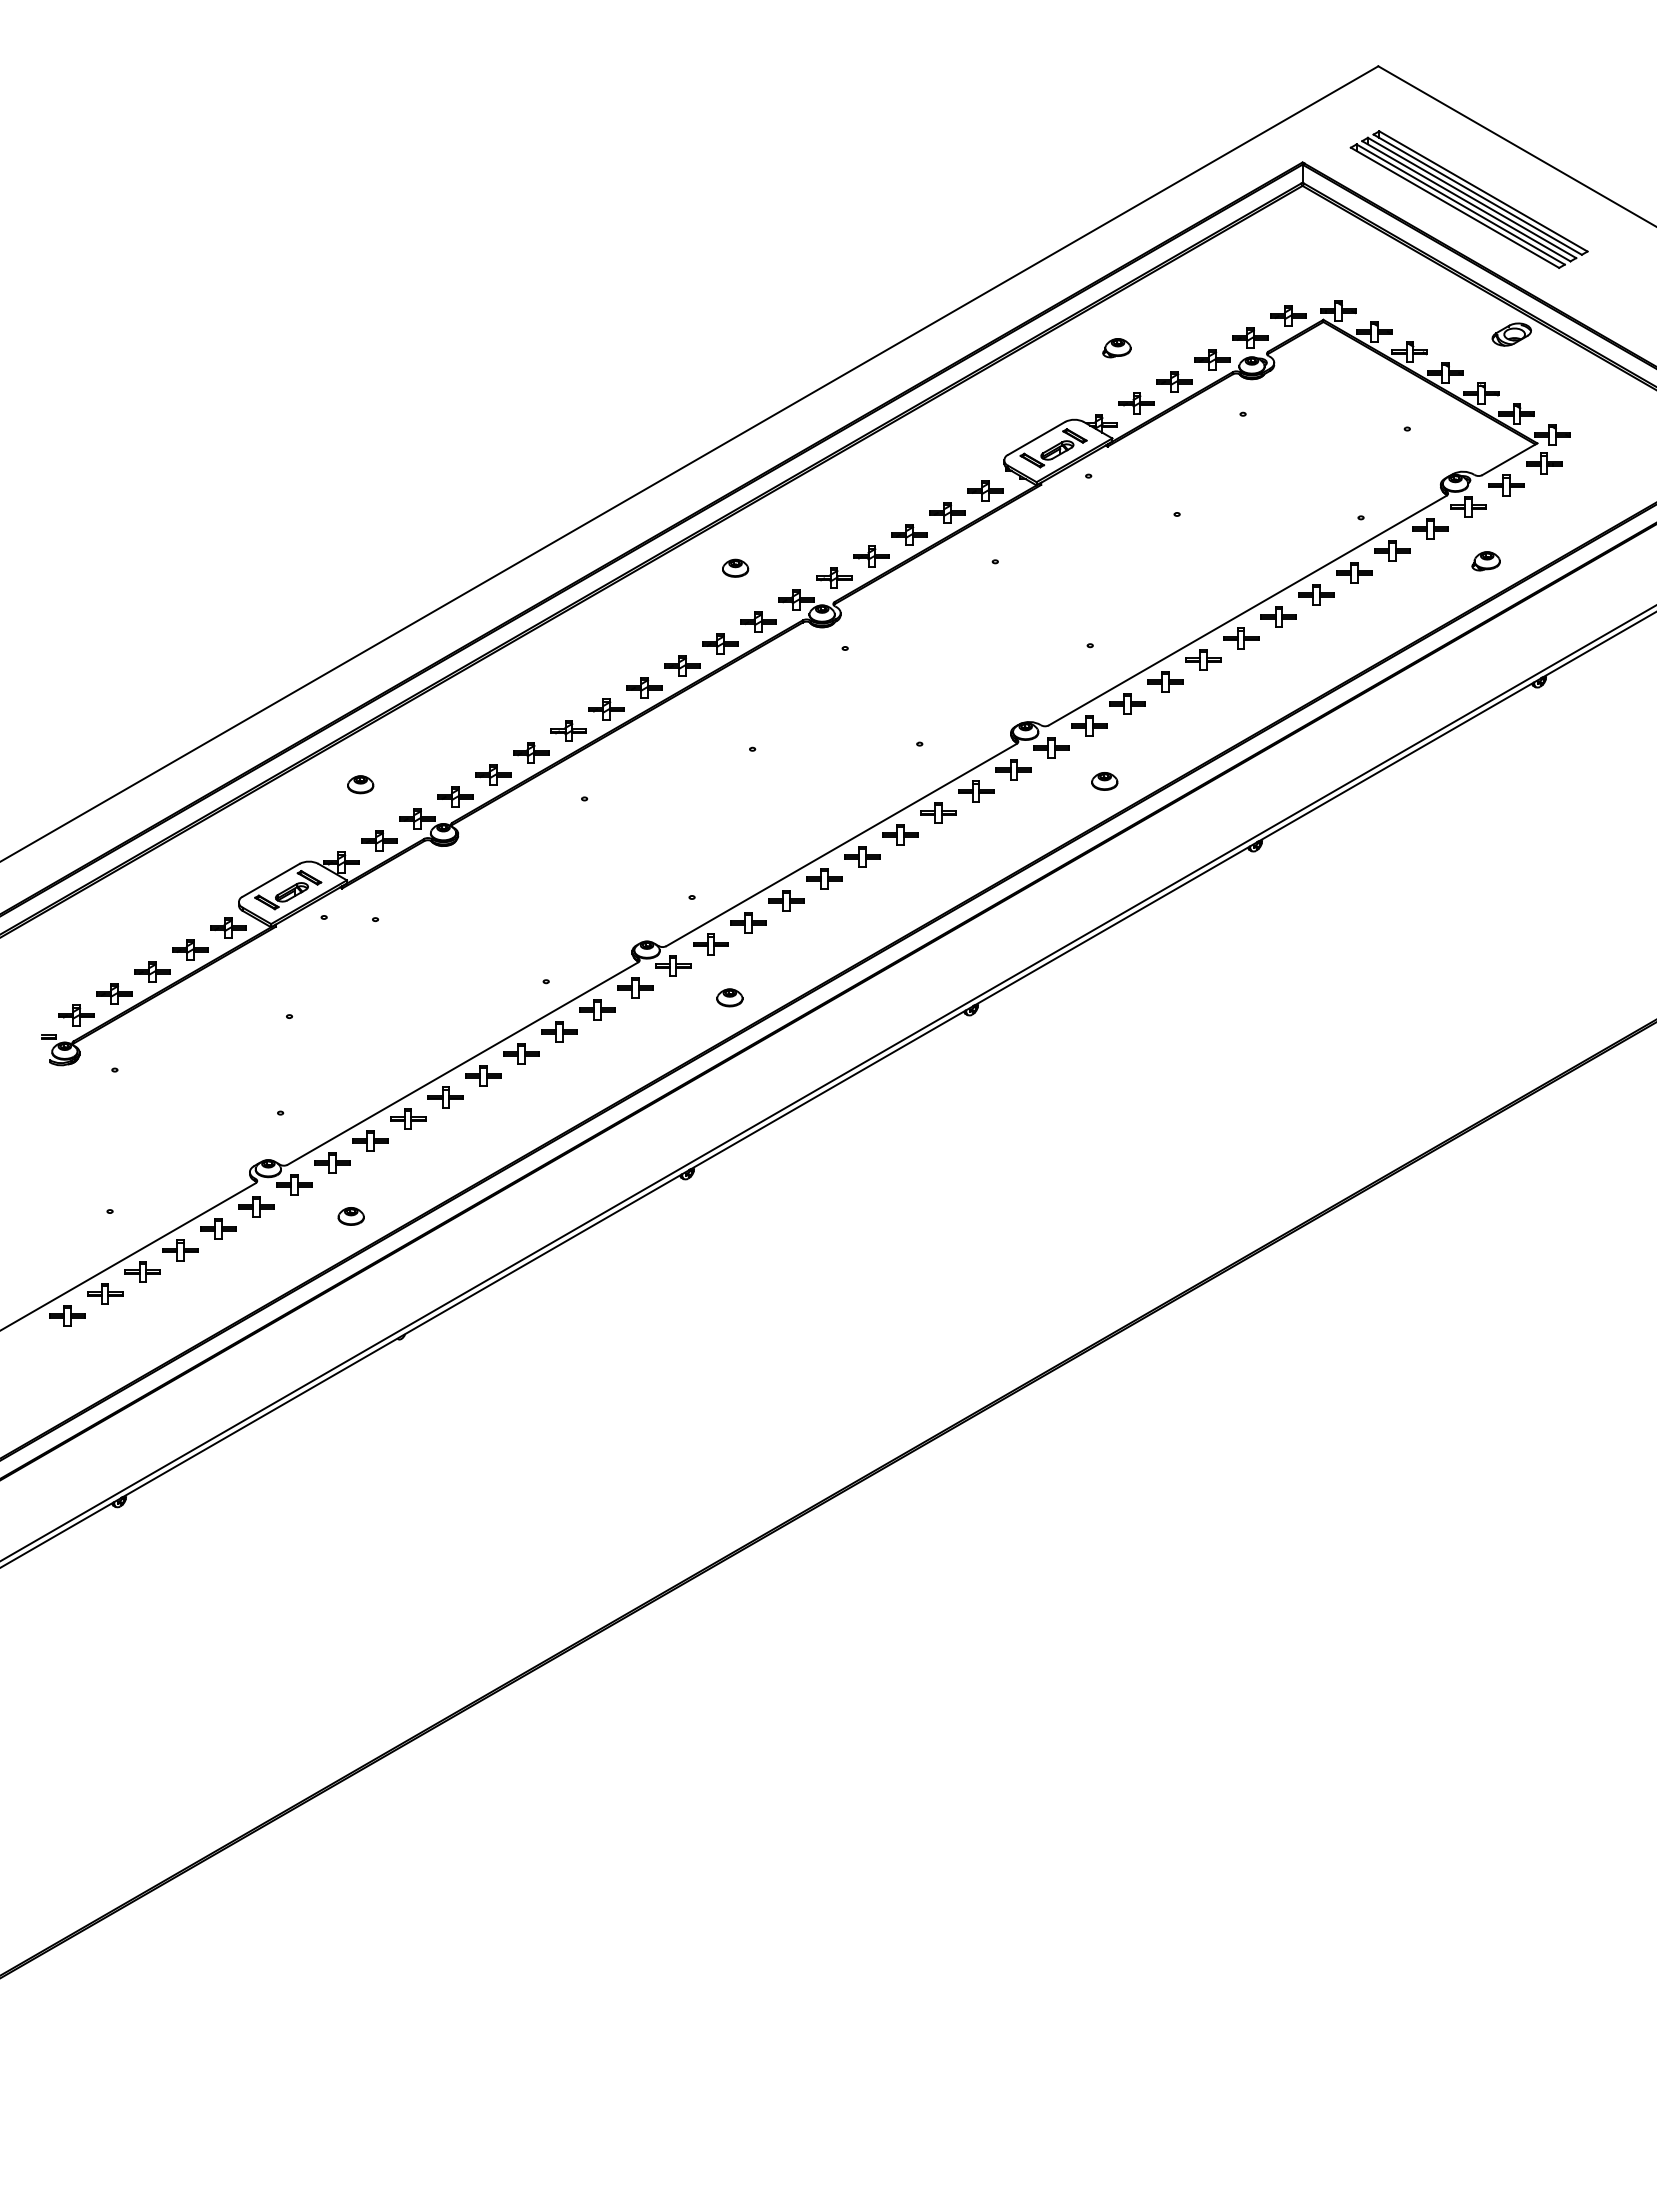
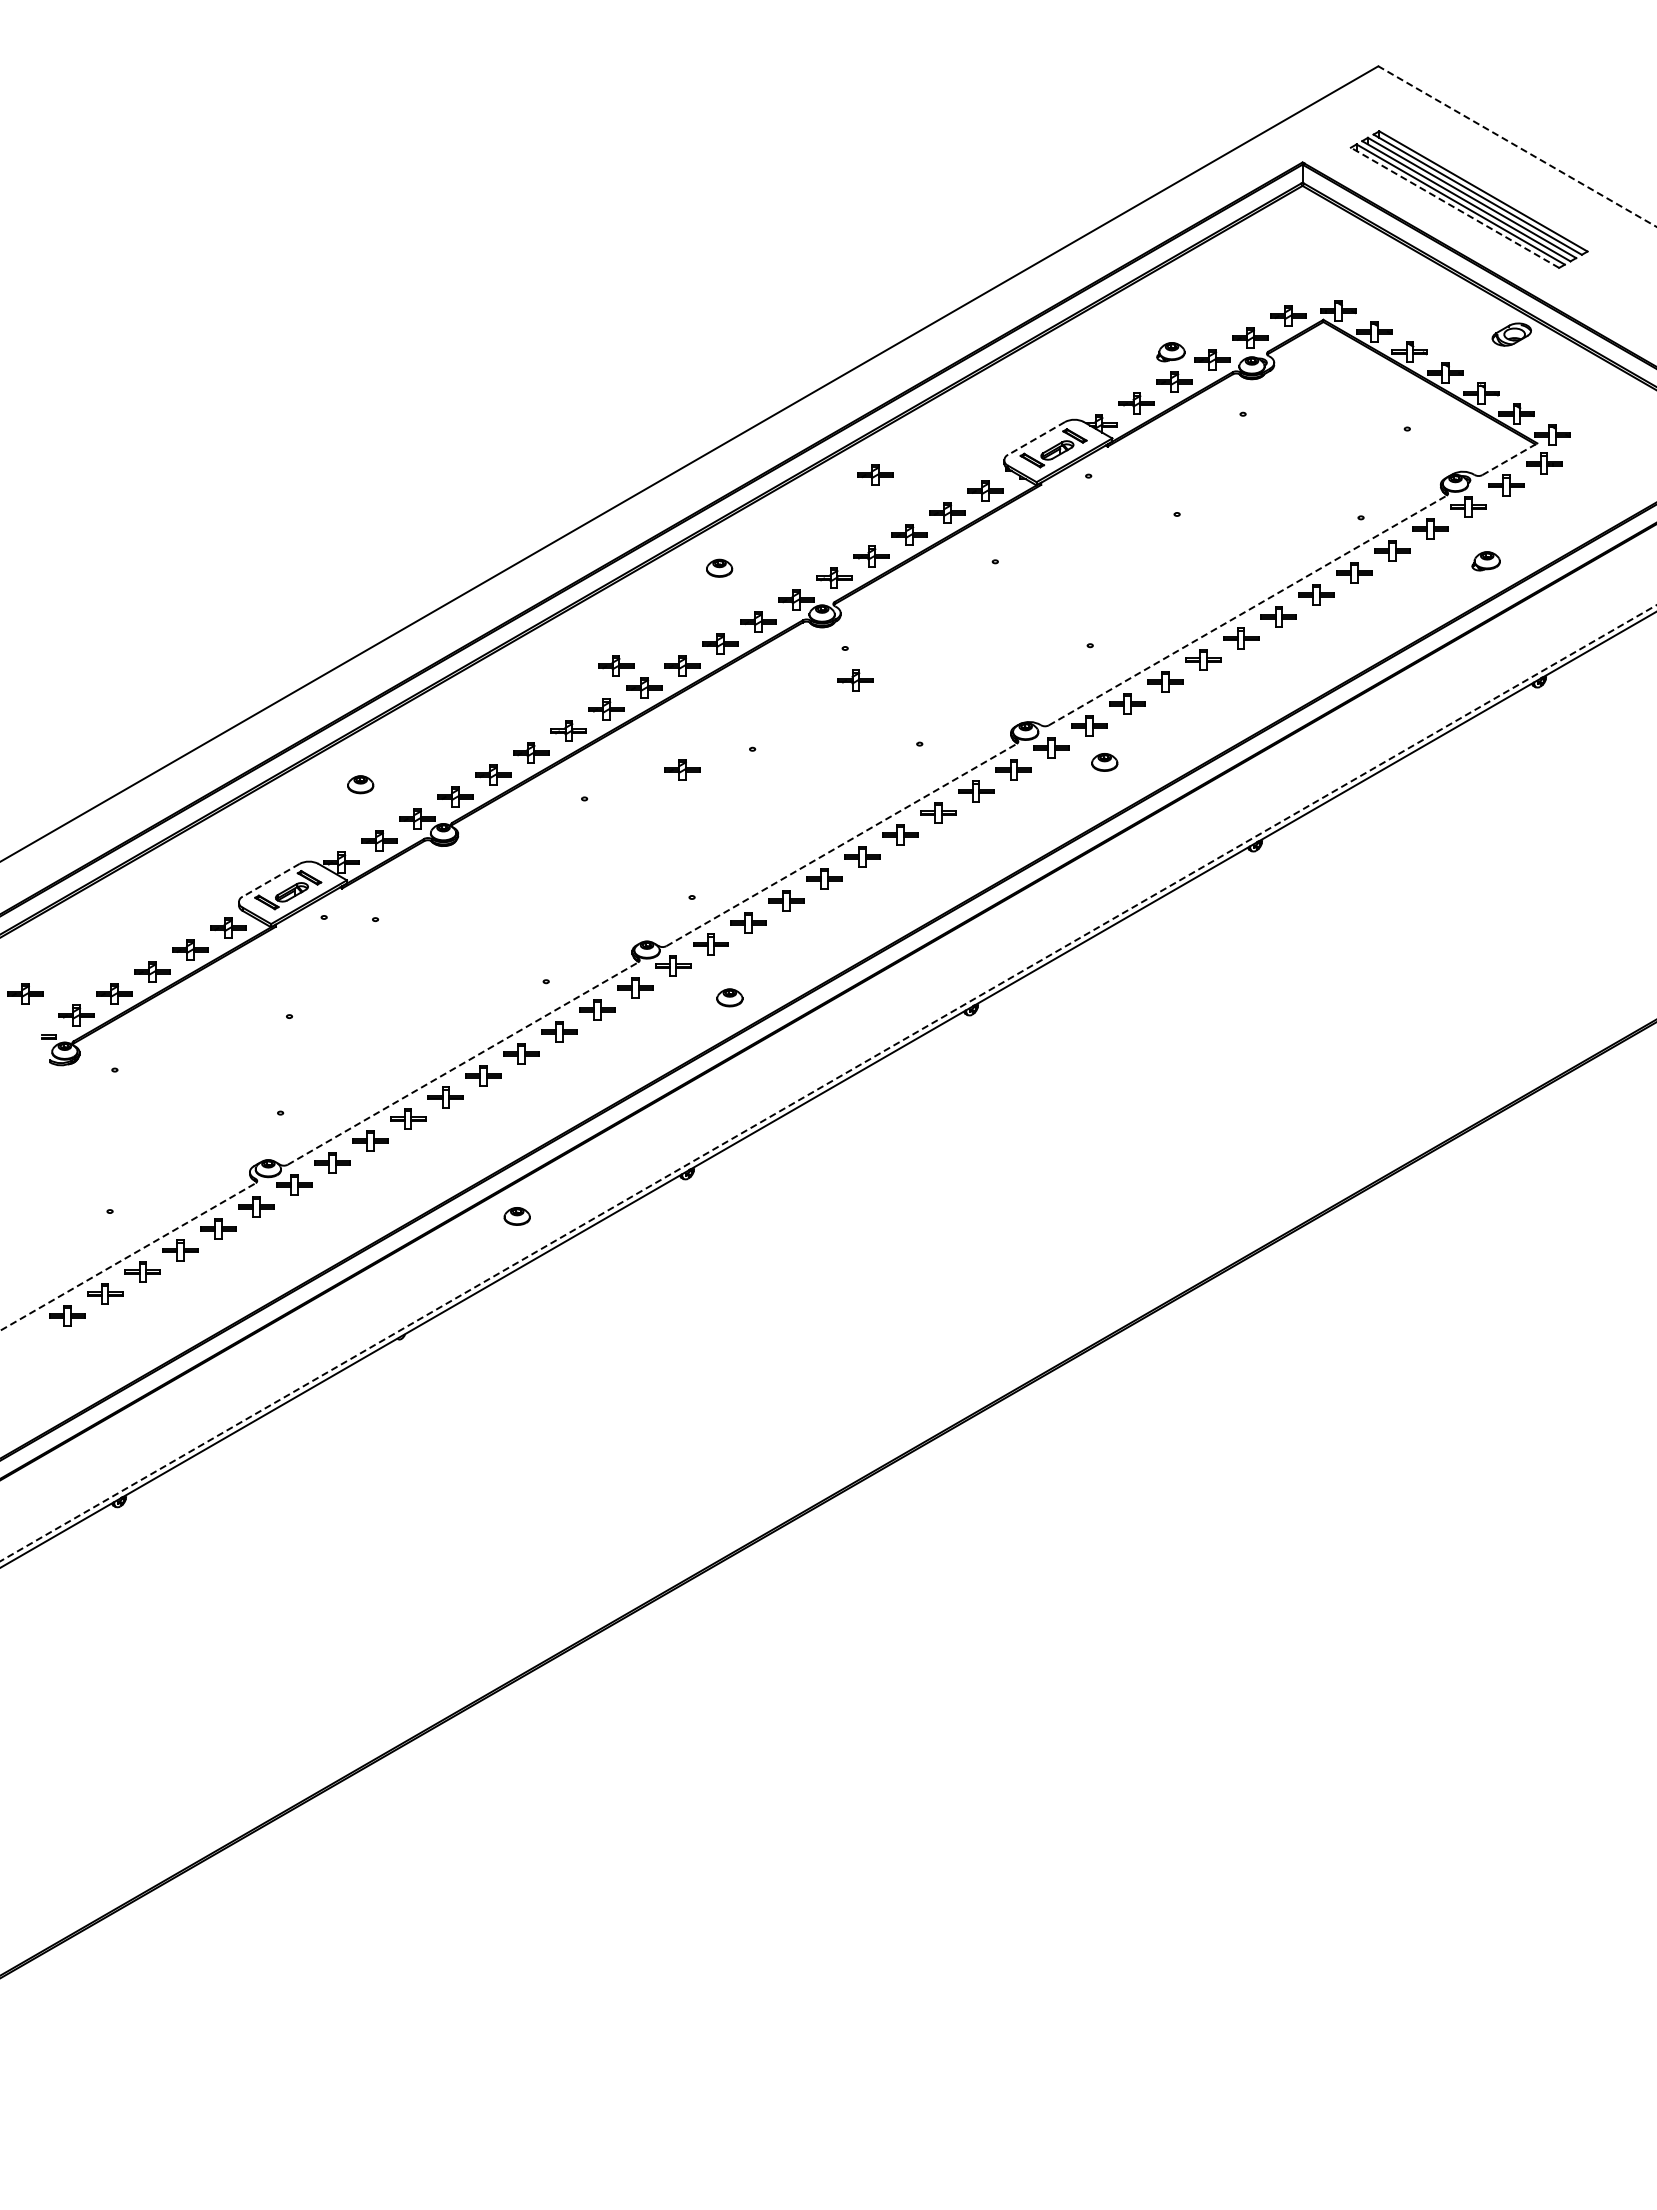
line at (1516, 146): solid -> dashed
line at (1454, 207): solid -> dashed
part at (1116, 348) position: (1116, 348) -> (1170, 352)
line at (1036, 438): solid -> dashed
line at (1509, 459): solid -> dashed
part at (875, 474): none -> present
part at (735, 567) position: (735, 567) -> (719, 567)
line at (1247, 610): solid -> dashed
part at (616, 665): none -> present
part at (855, 680): none -> present
part at (682, 769): none -> present
part at (1104, 781) position: (1104, 781) -> (1104, 762)
line at (842, 844): solid -> dashed
line at (271, 880): solid -> dashed
part at (25, 993): none -> present
line at (463, 1063): solid -> dashed
line at (829, 1082): solid -> dashed
part at (350, 1216) position: (350, 1216) -> (516, 1216)
line at (128, 1256): solid -> dashed
